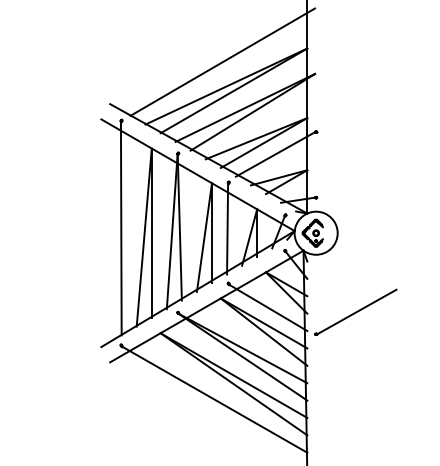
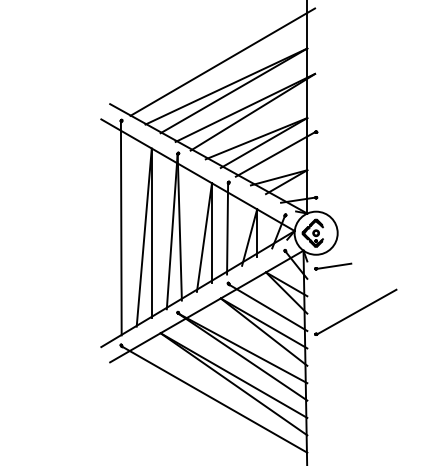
line at (333, 266): none -> present
